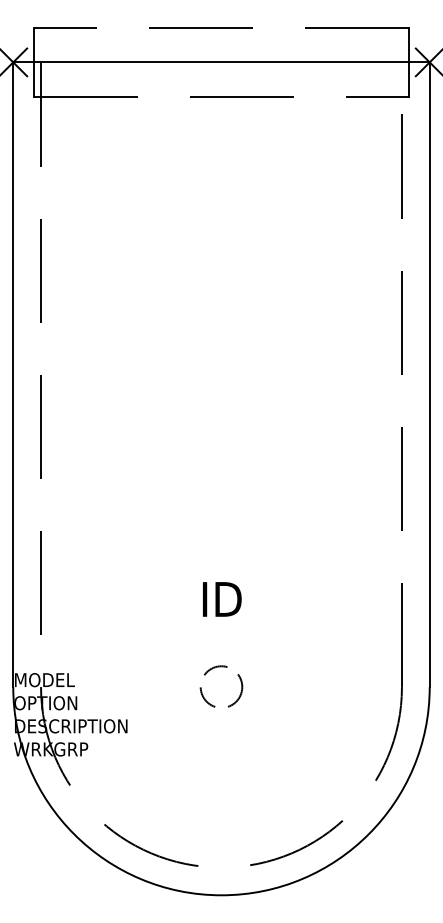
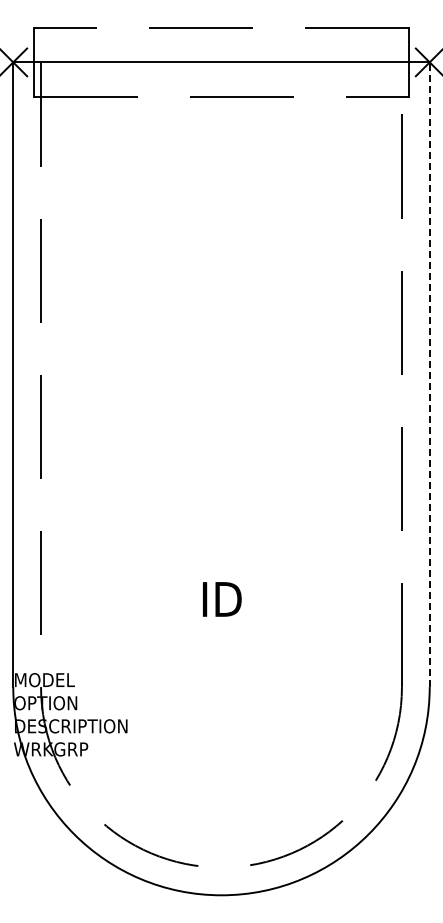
line at (429, 374): solid -> dashed
circle at (221, 686): present -> none
